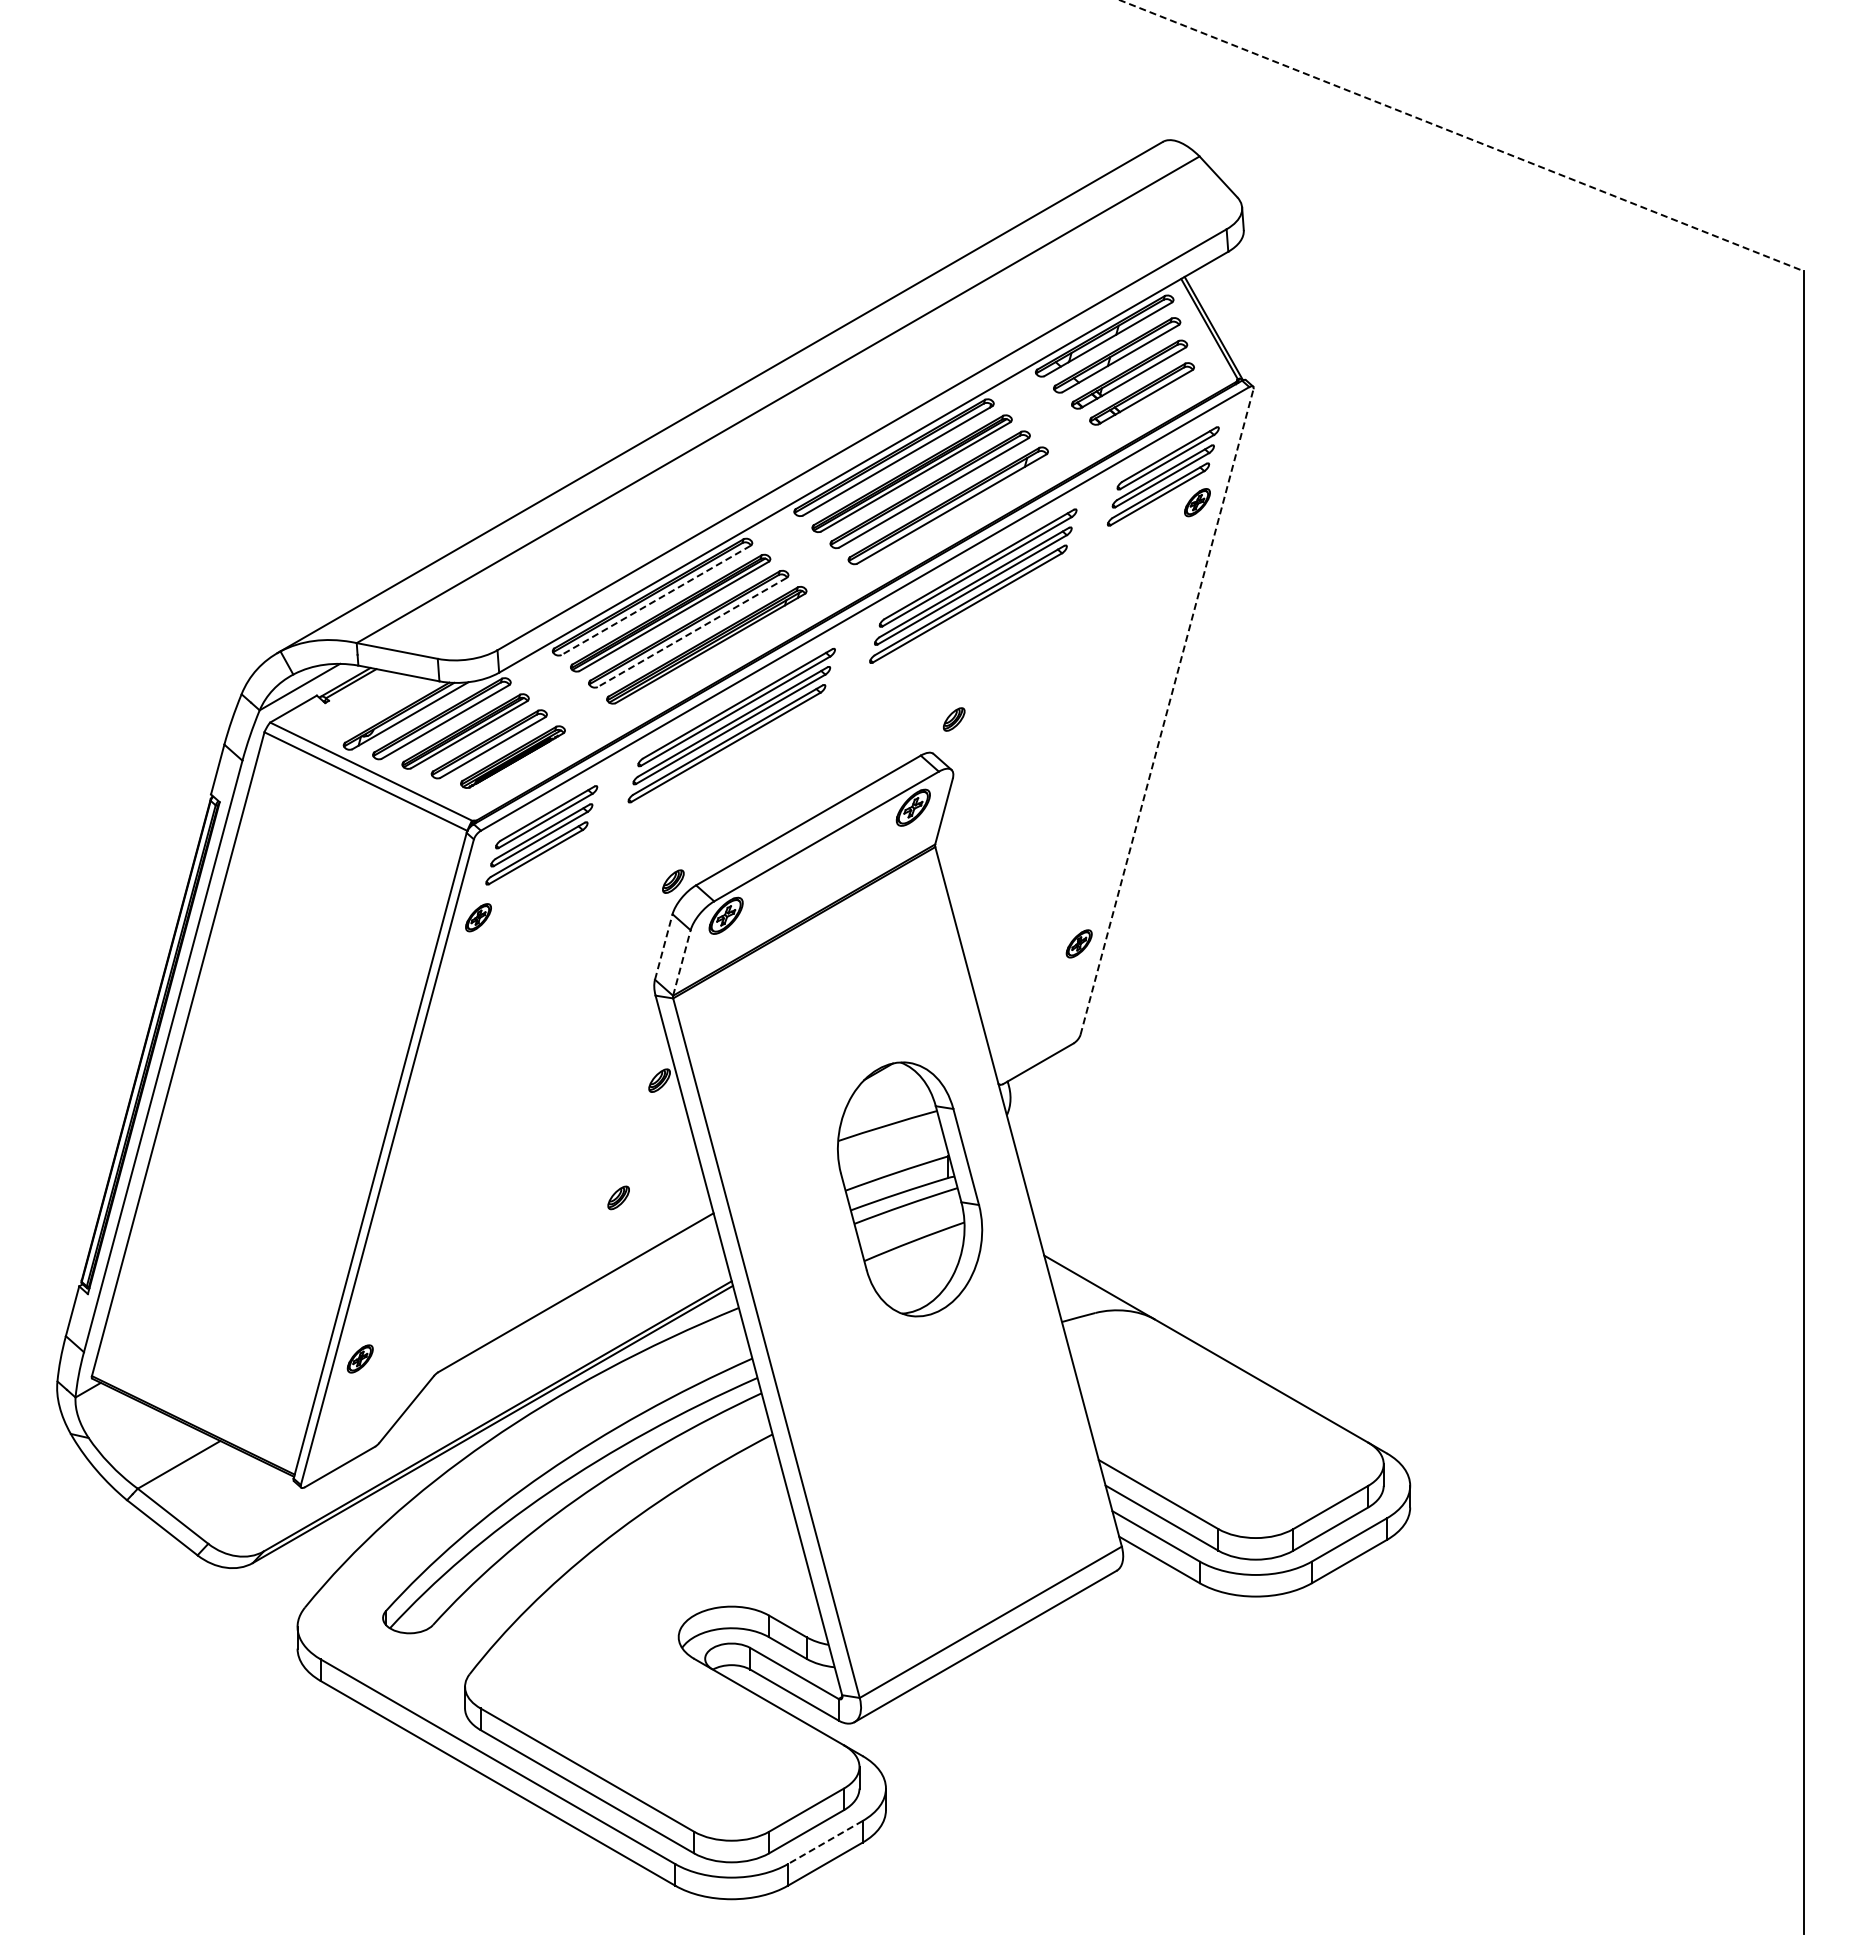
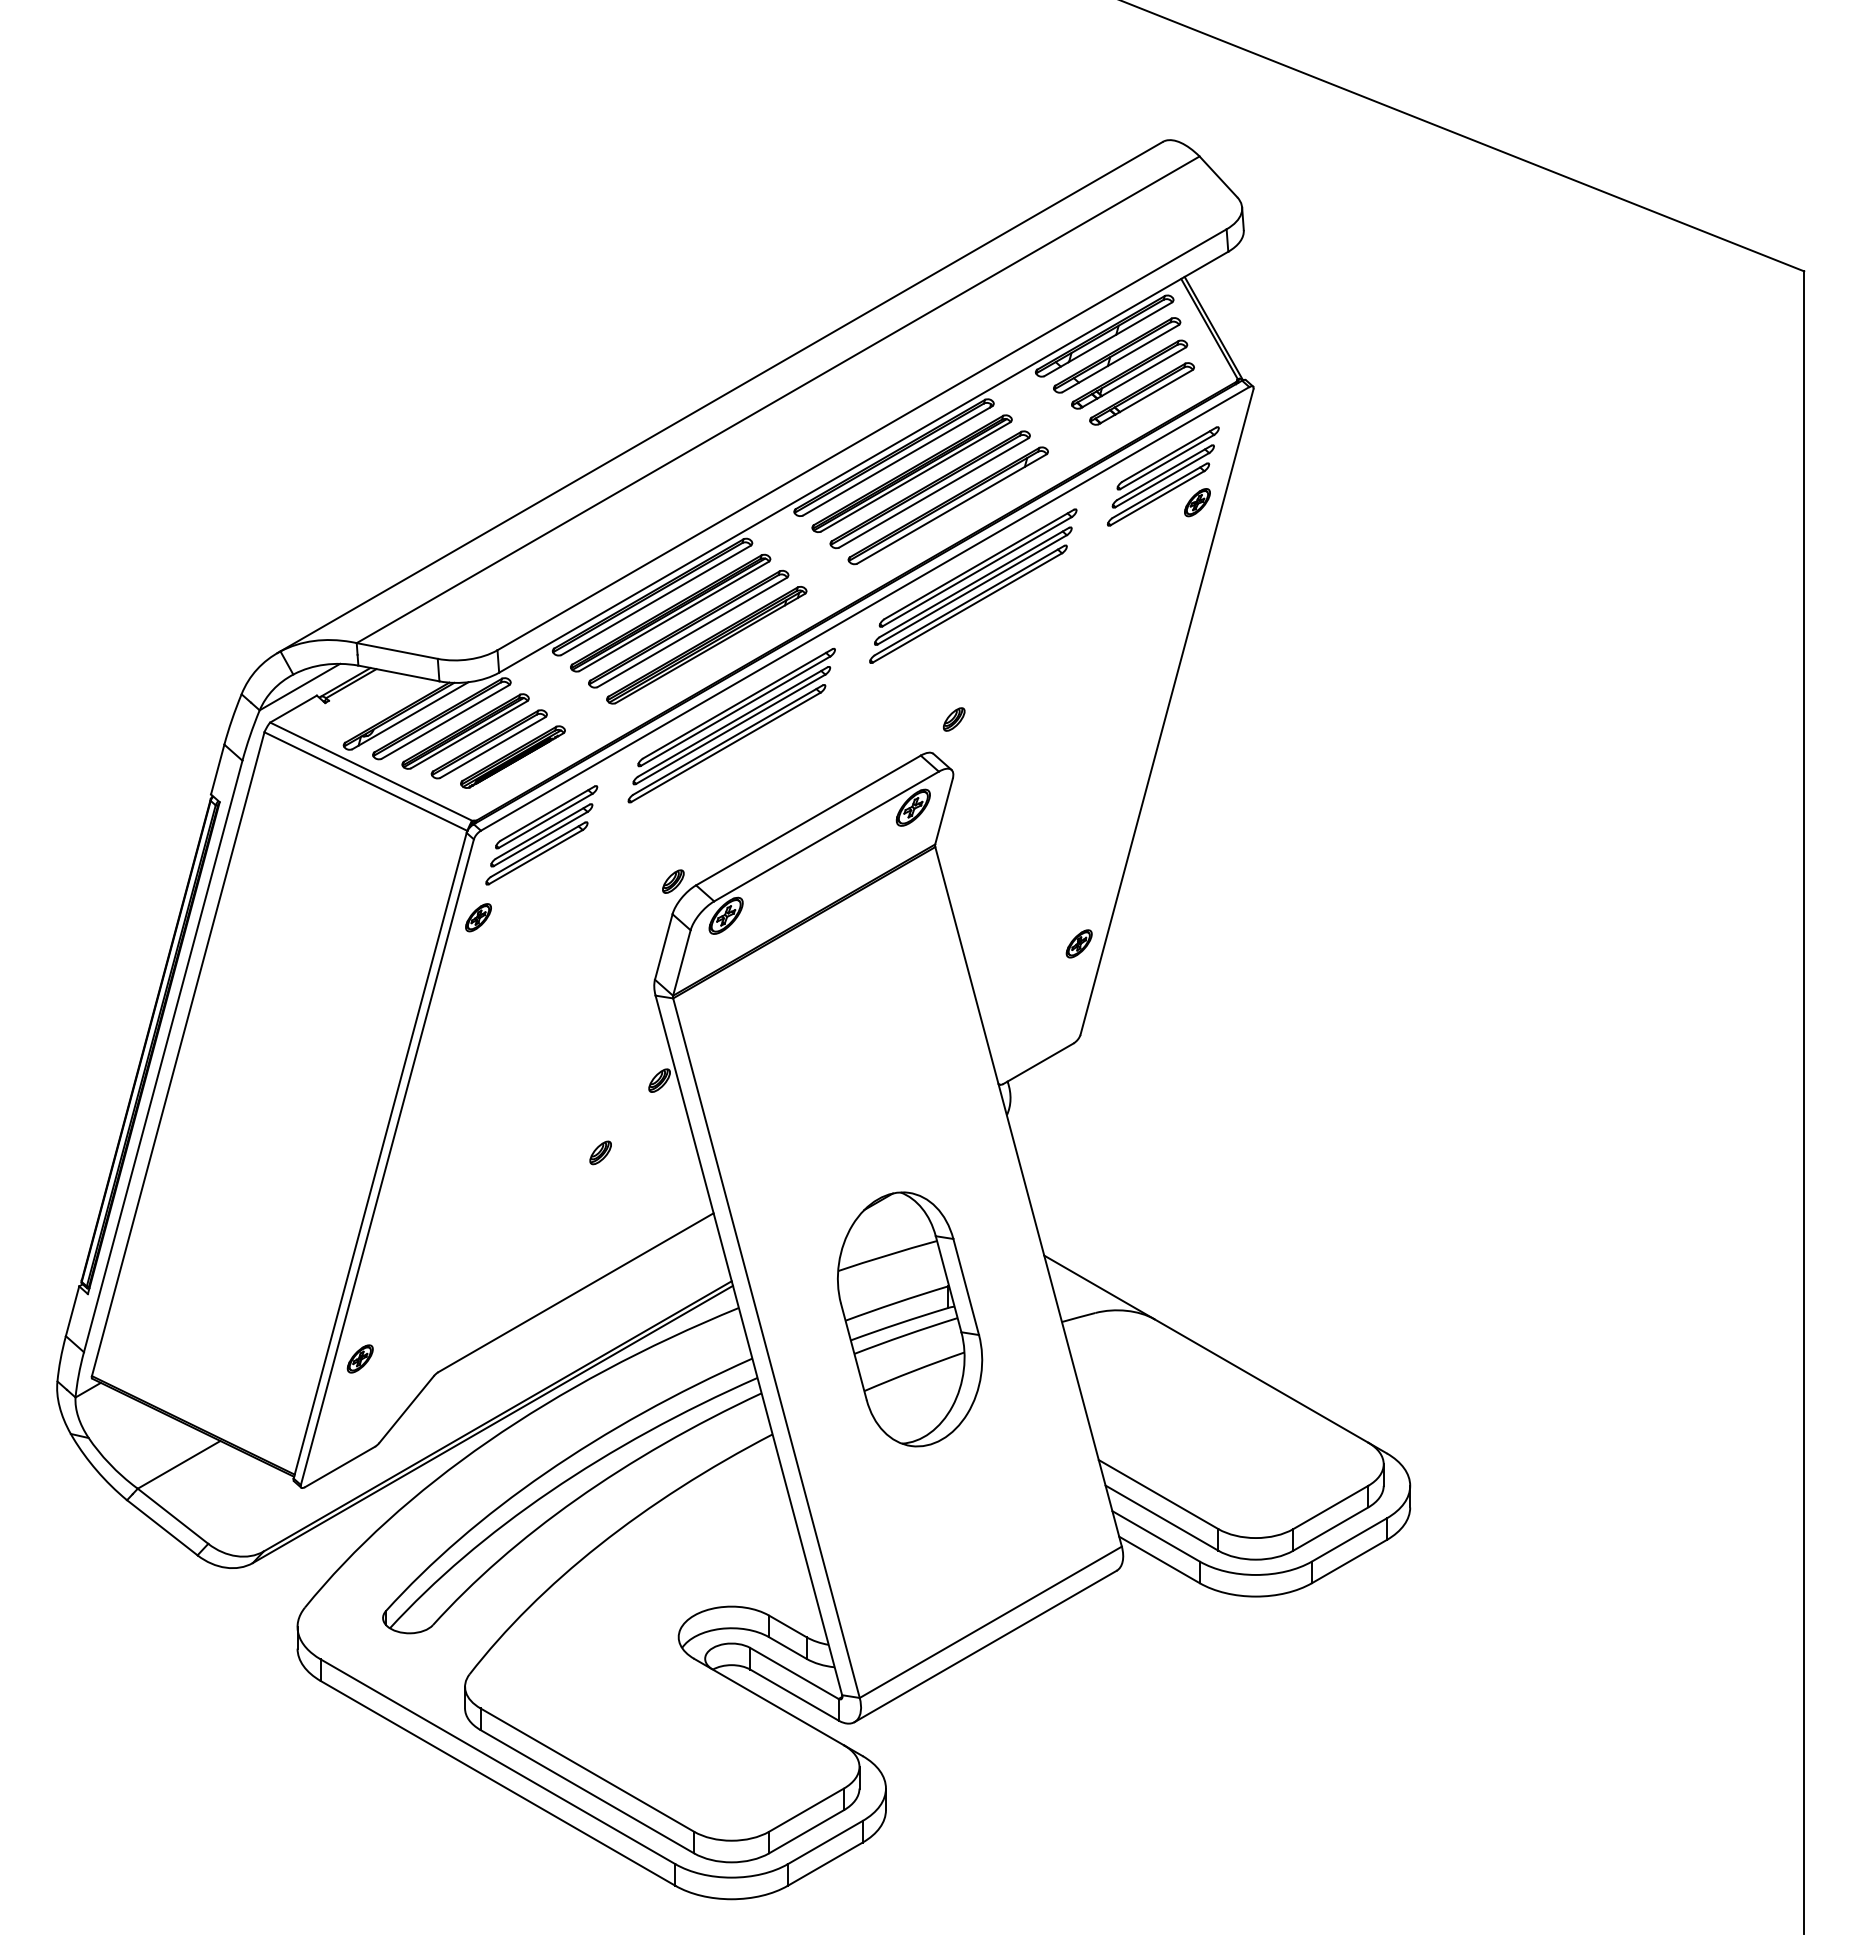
line at (1462, 135): dashed -> solid
line at (655, 600): dashed -> solid
line at (691, 632): dashed -> solid
line at (1167, 711): dashed -> solid
line at (663, 946): dashed -> solid
line at (681, 963): dashed -> solid
part at (910, 1189) position: (910, 1189) -> (910, 1319)
part at (618, 1197) position: (618, 1197) -> (600, 1152)
line at (824, 1842): dashed -> solid
